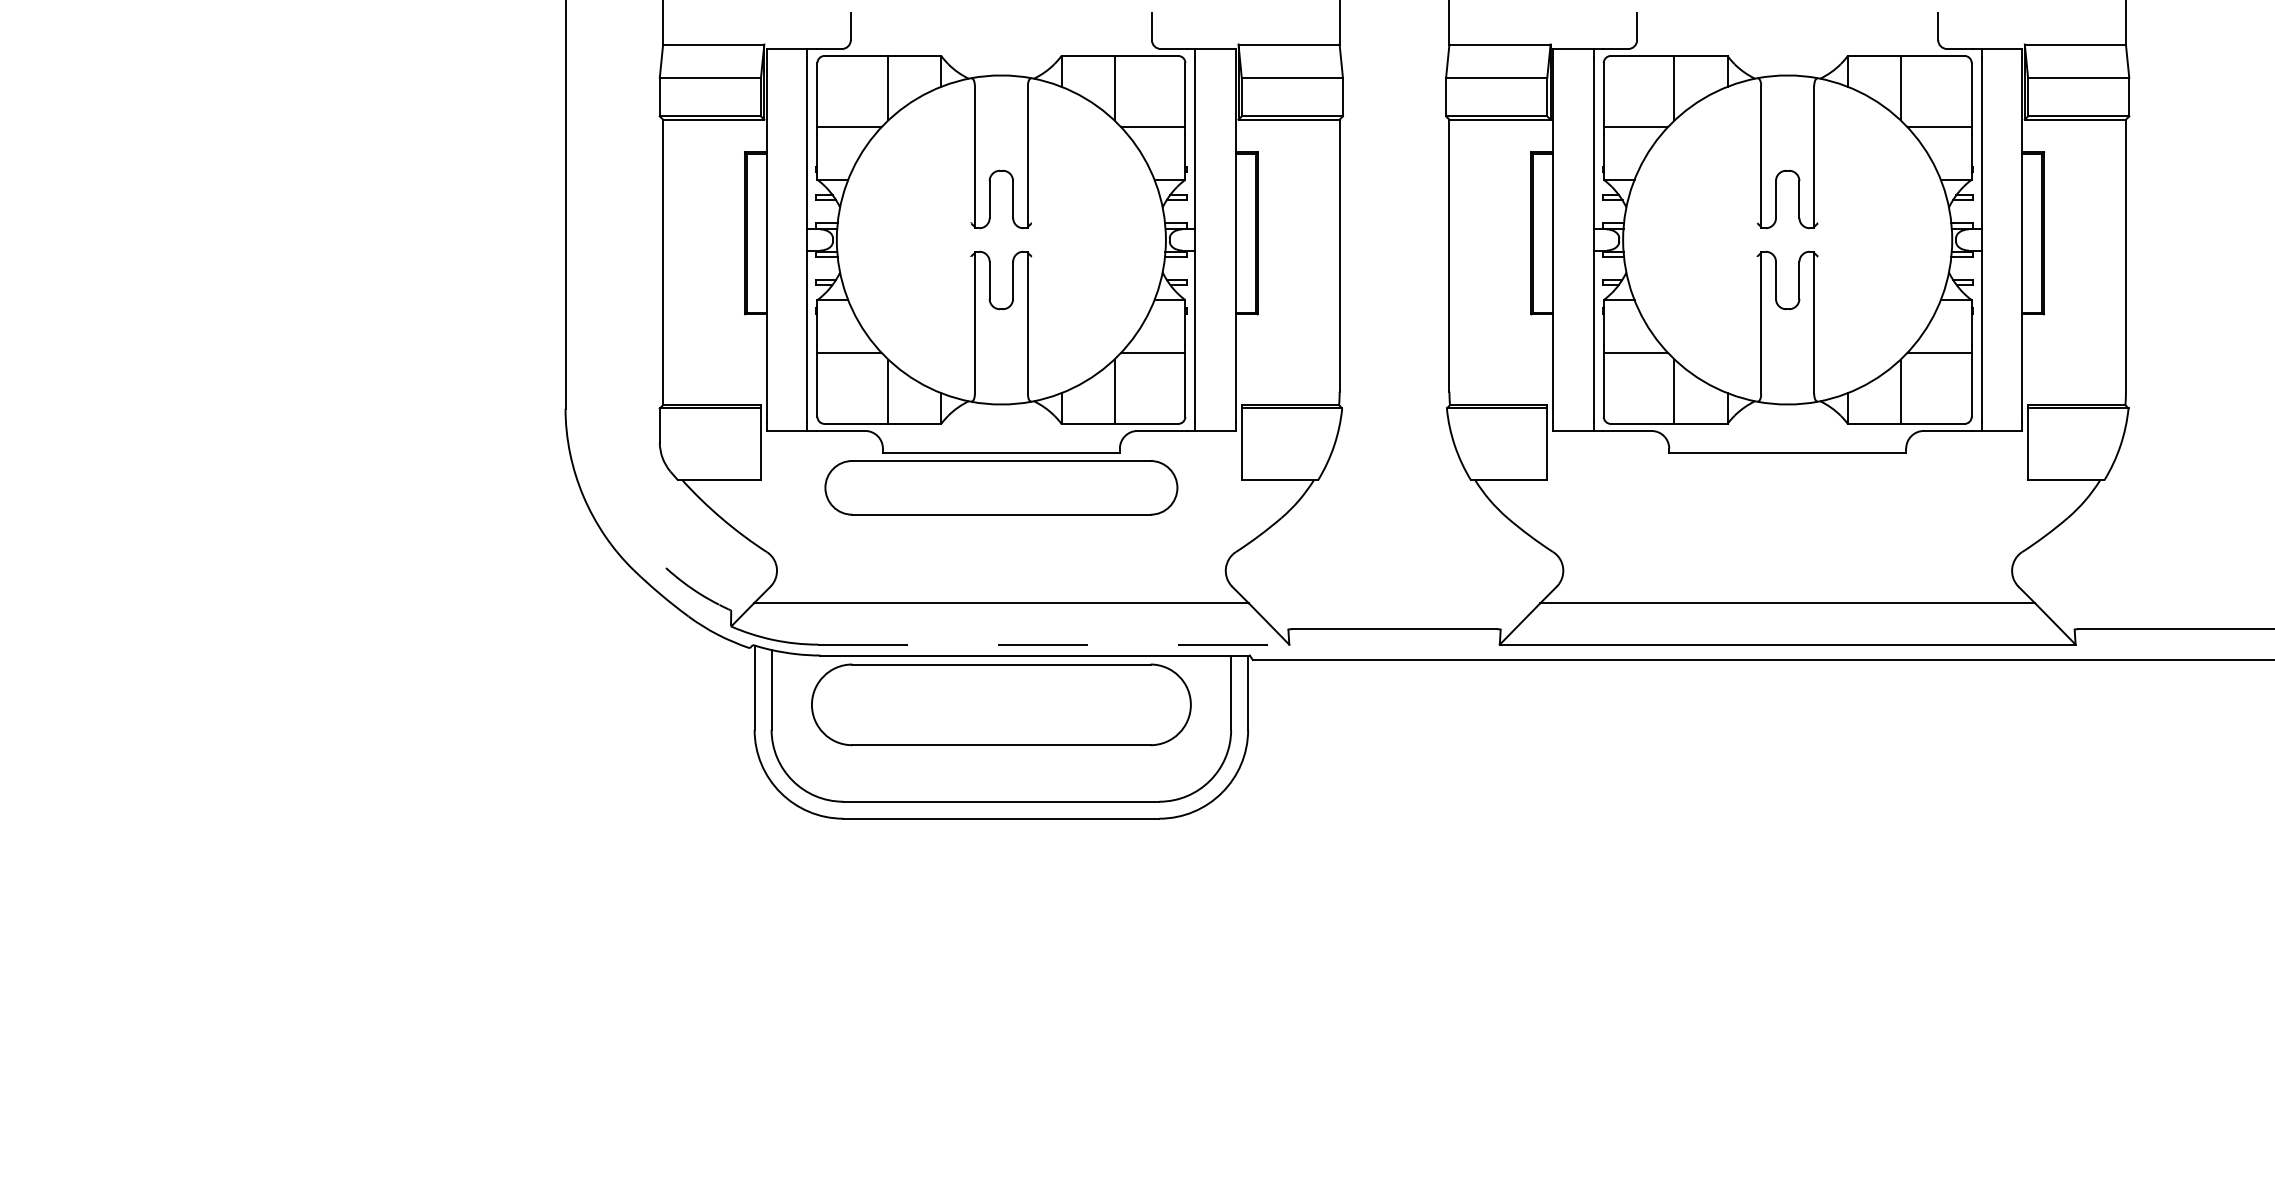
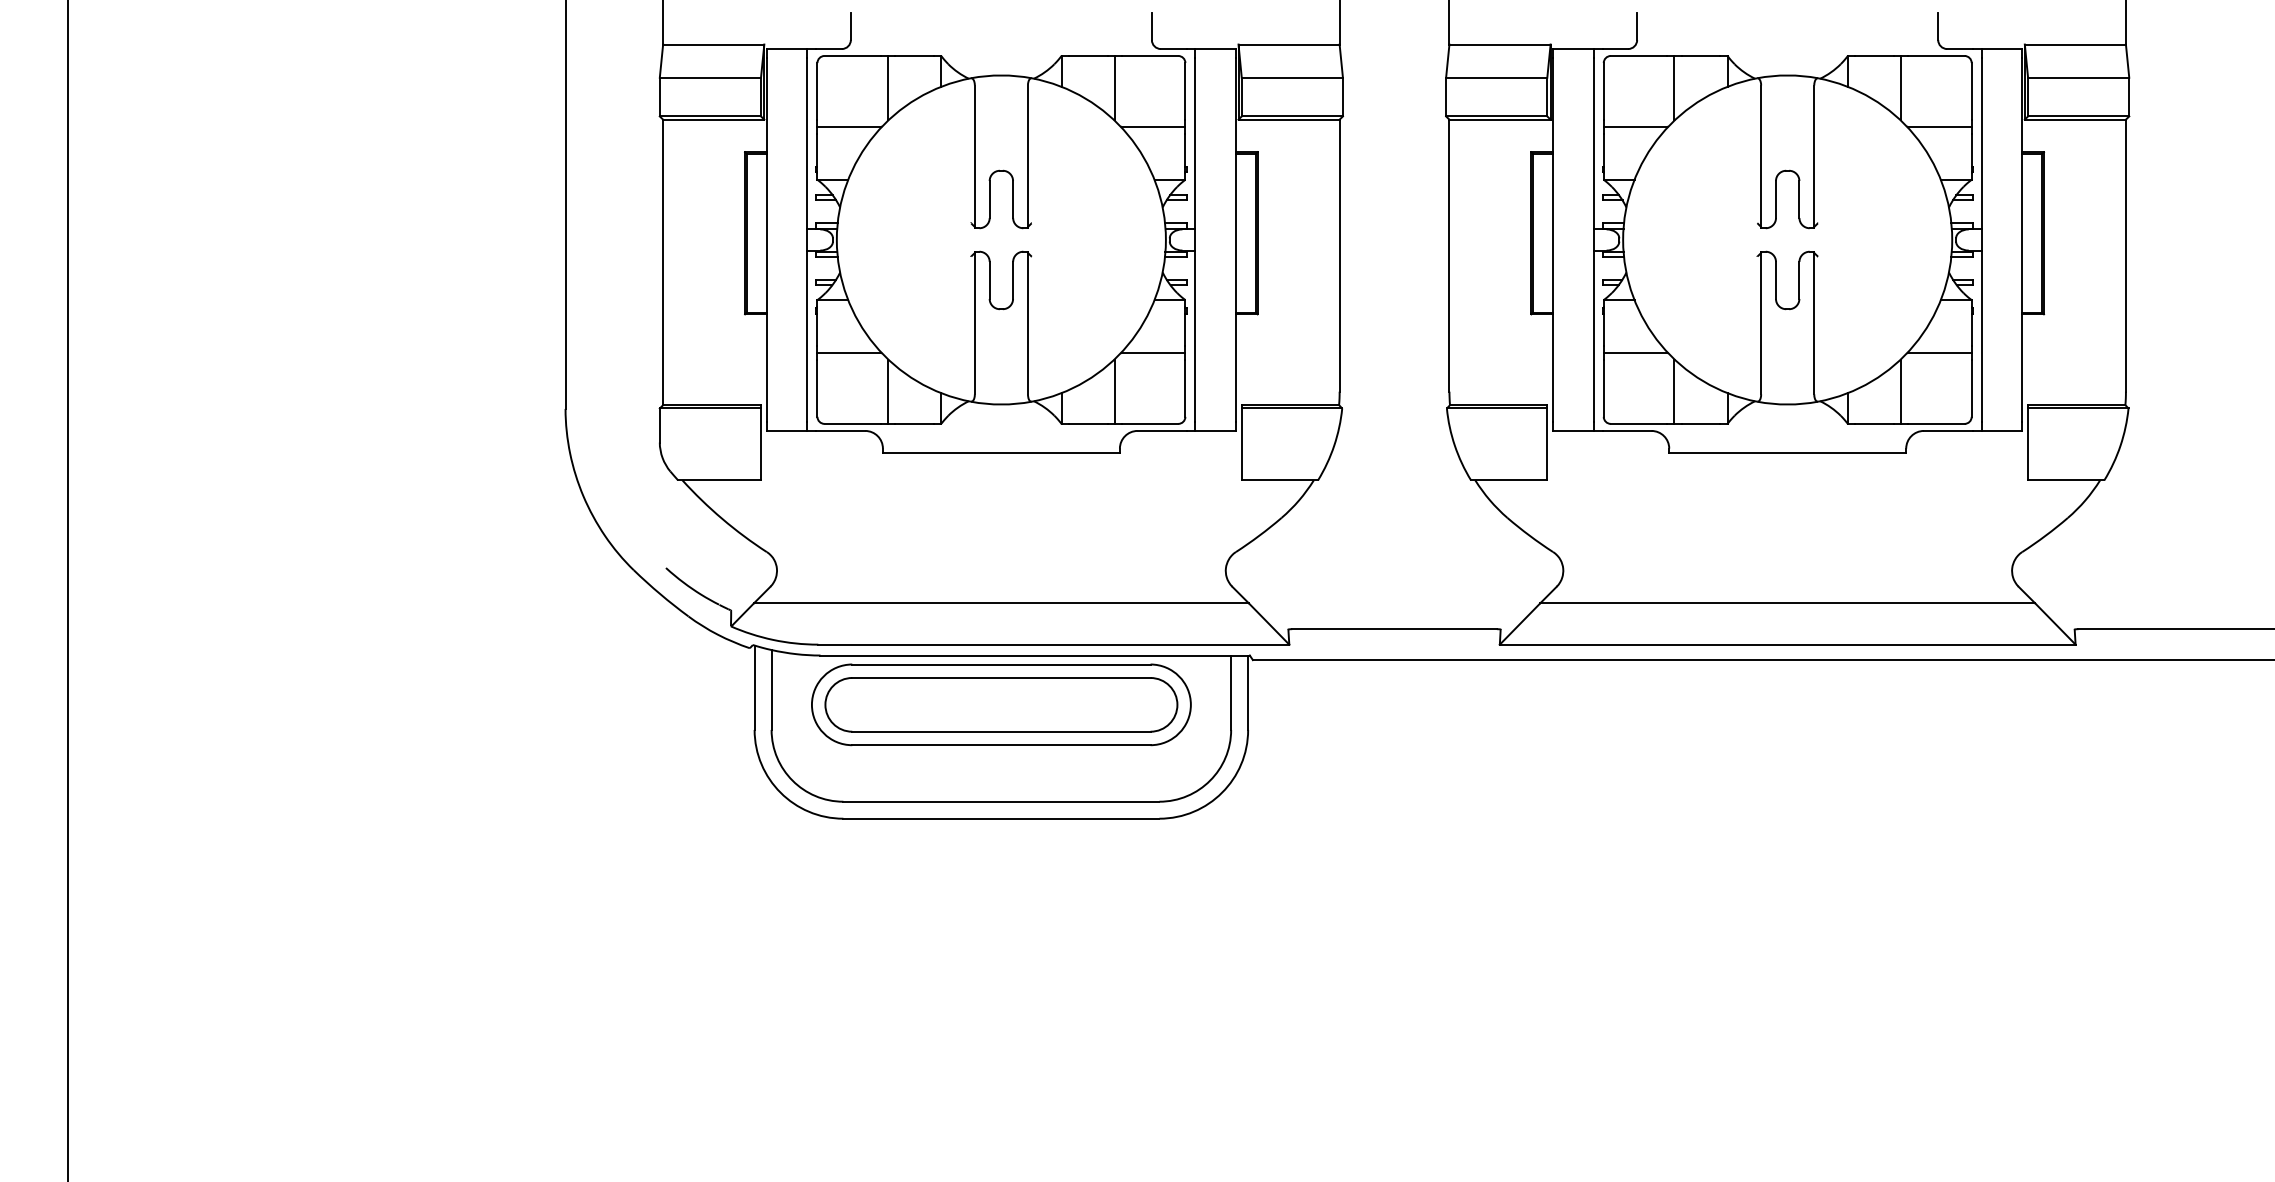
part at (1001, 487) position: (1001, 487) -> (1001, 704)
line at (68, 590): none -> present
line at (1054, 644): dashed -> solid
